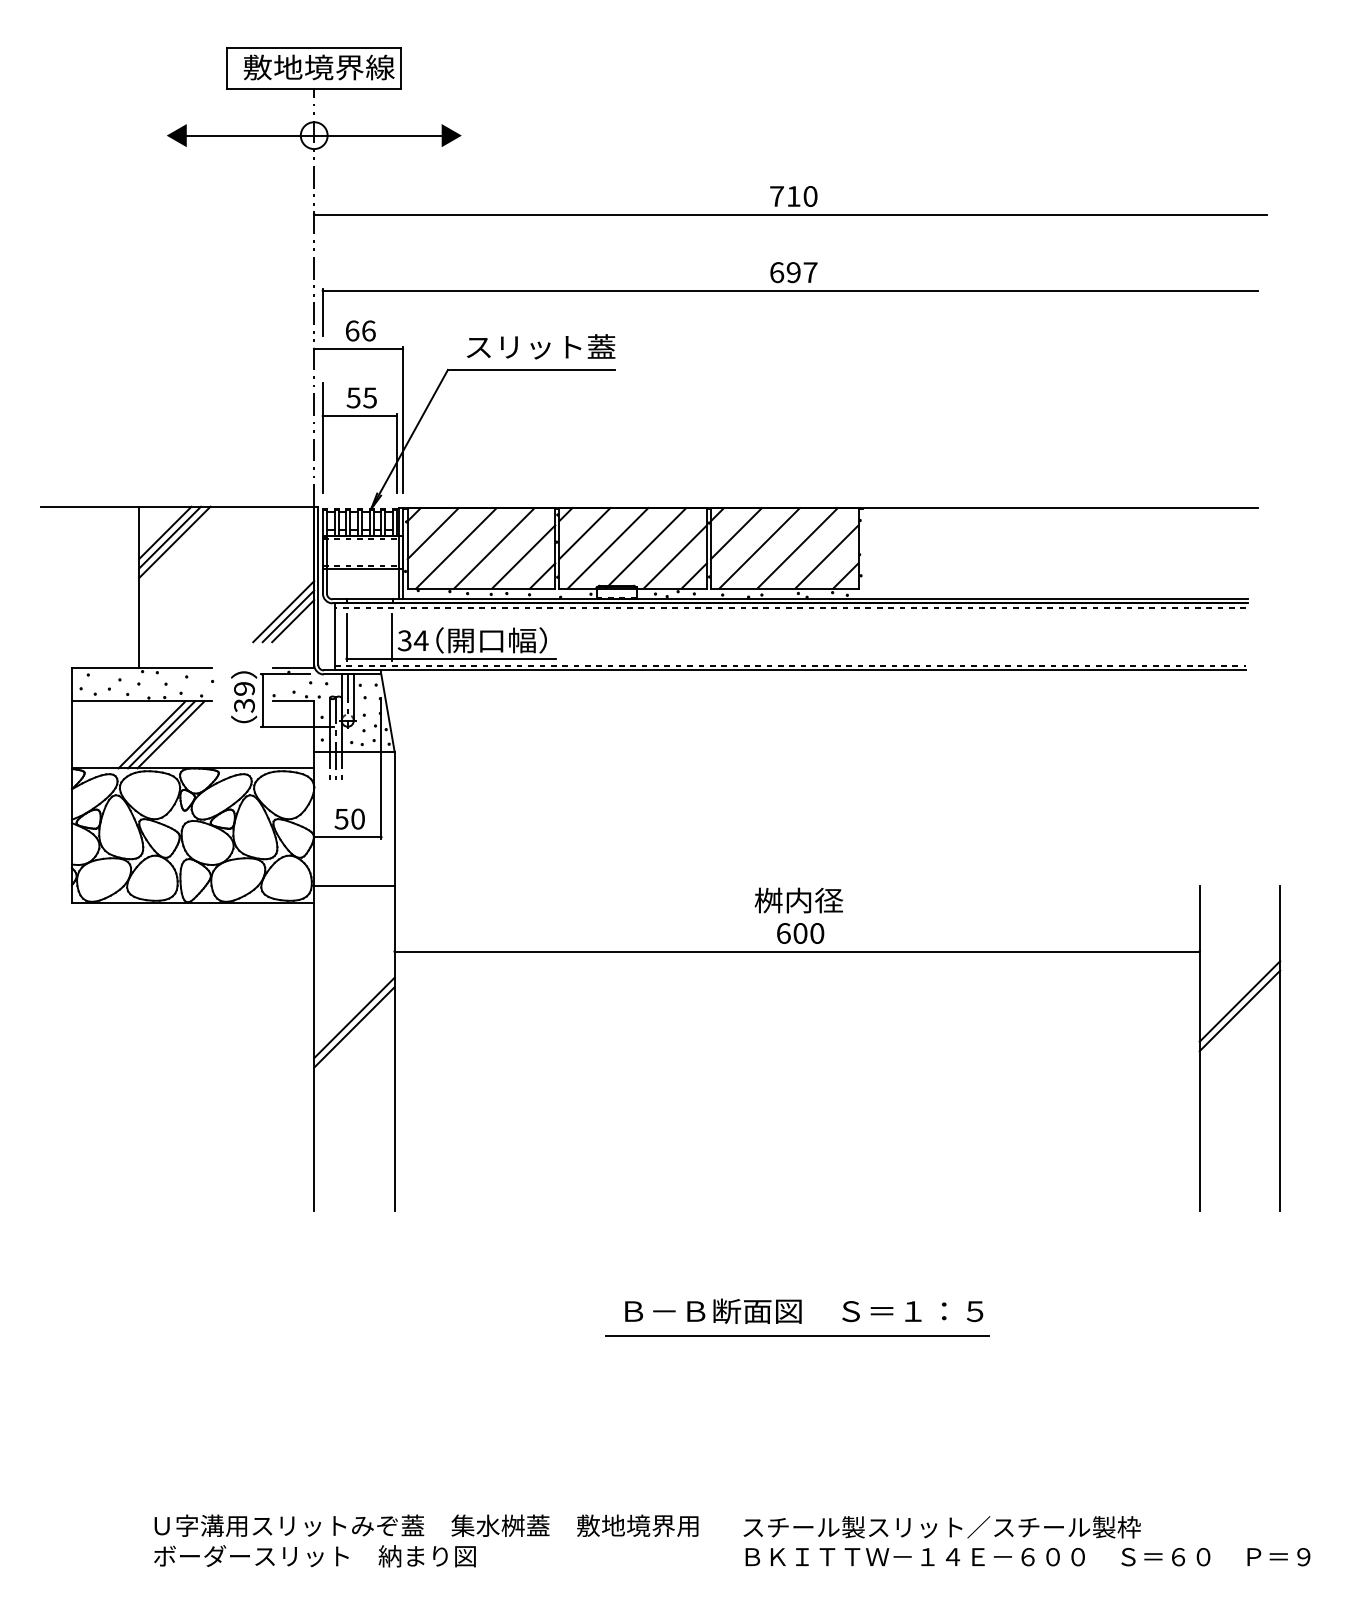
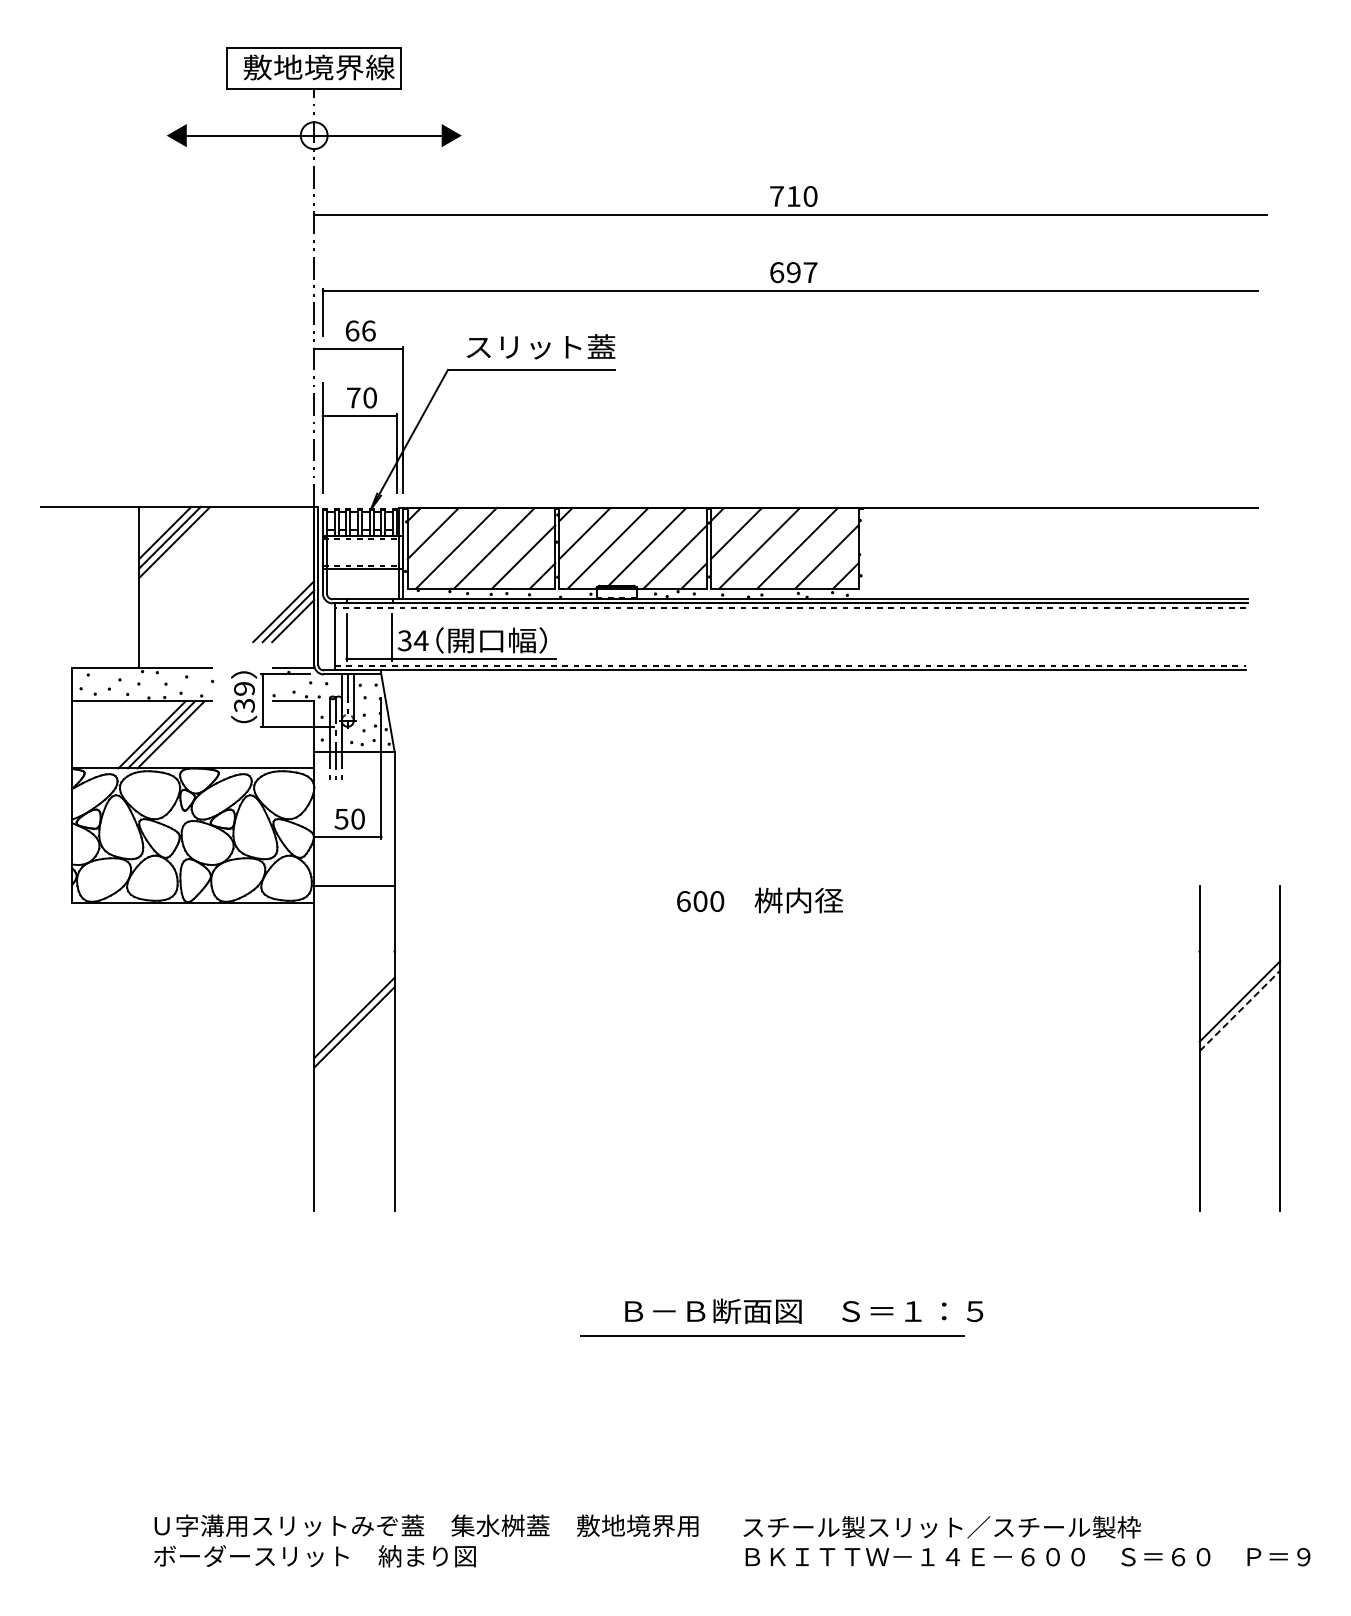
text at (361, 397): 55 -> 70
text at (800, 933) position: (800, 933) -> (700, 901)
line at (796, 951): present -> none
line at (1239, 1010): solid -> dashed
line at (797, 1335) position: (797, 1335) -> (772, 1335)
